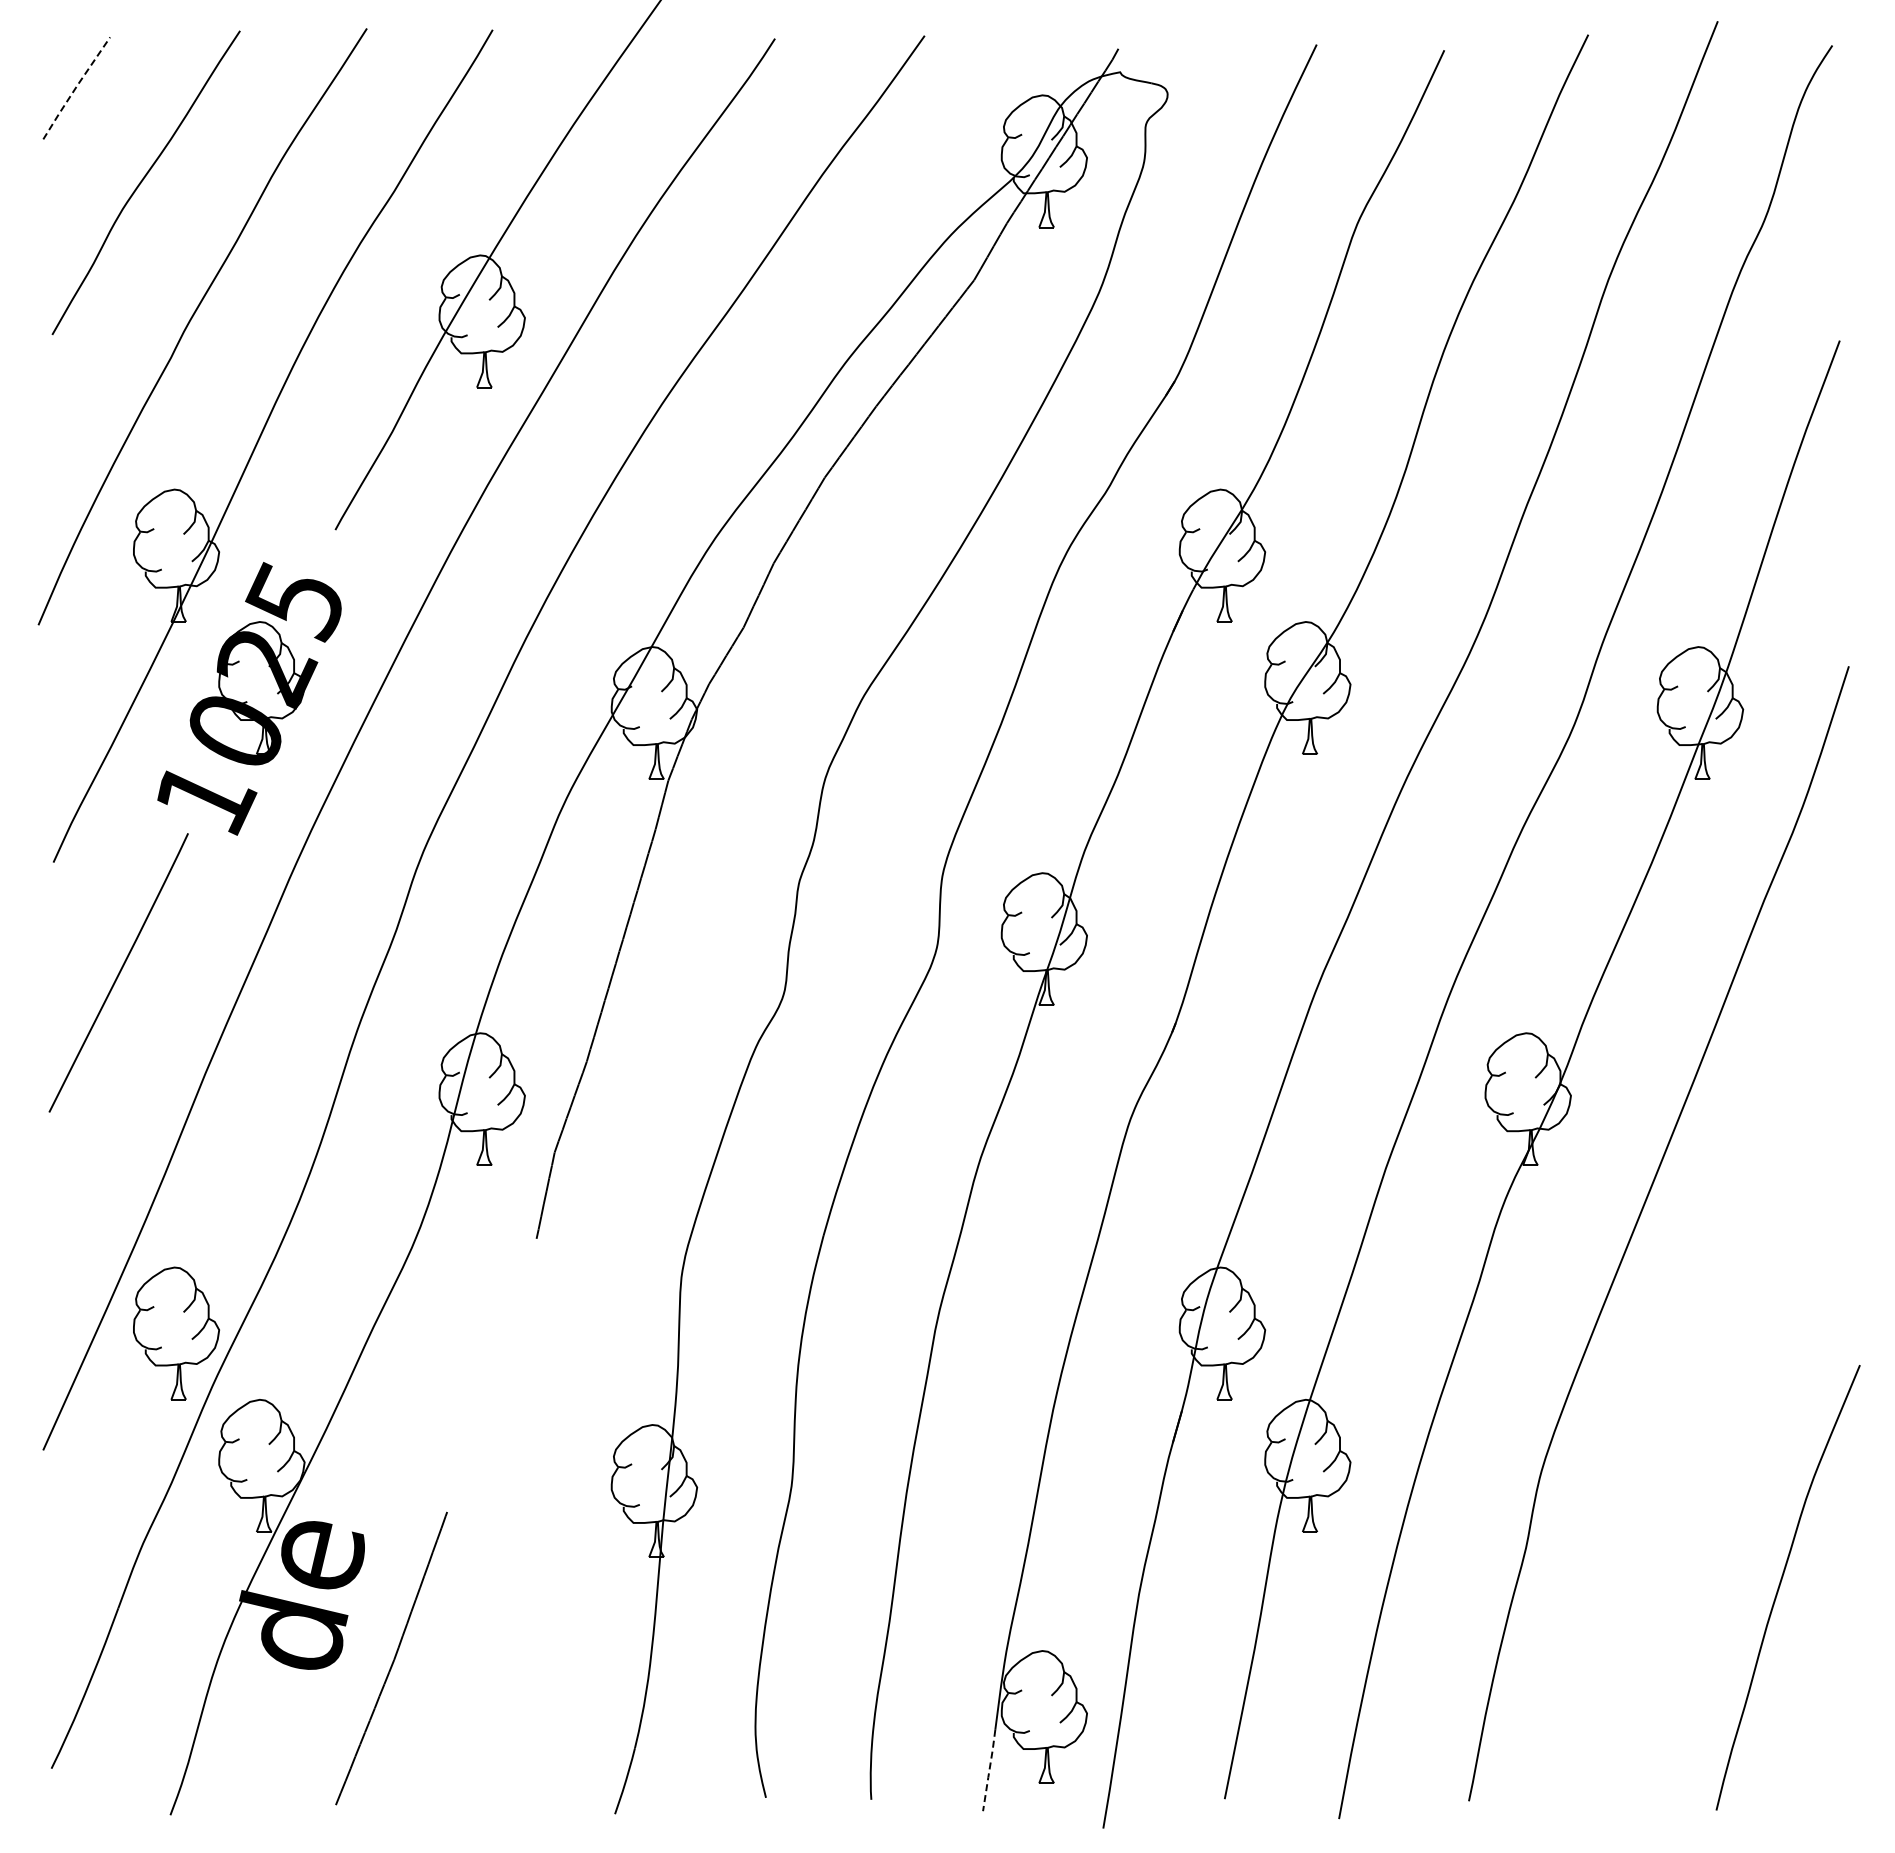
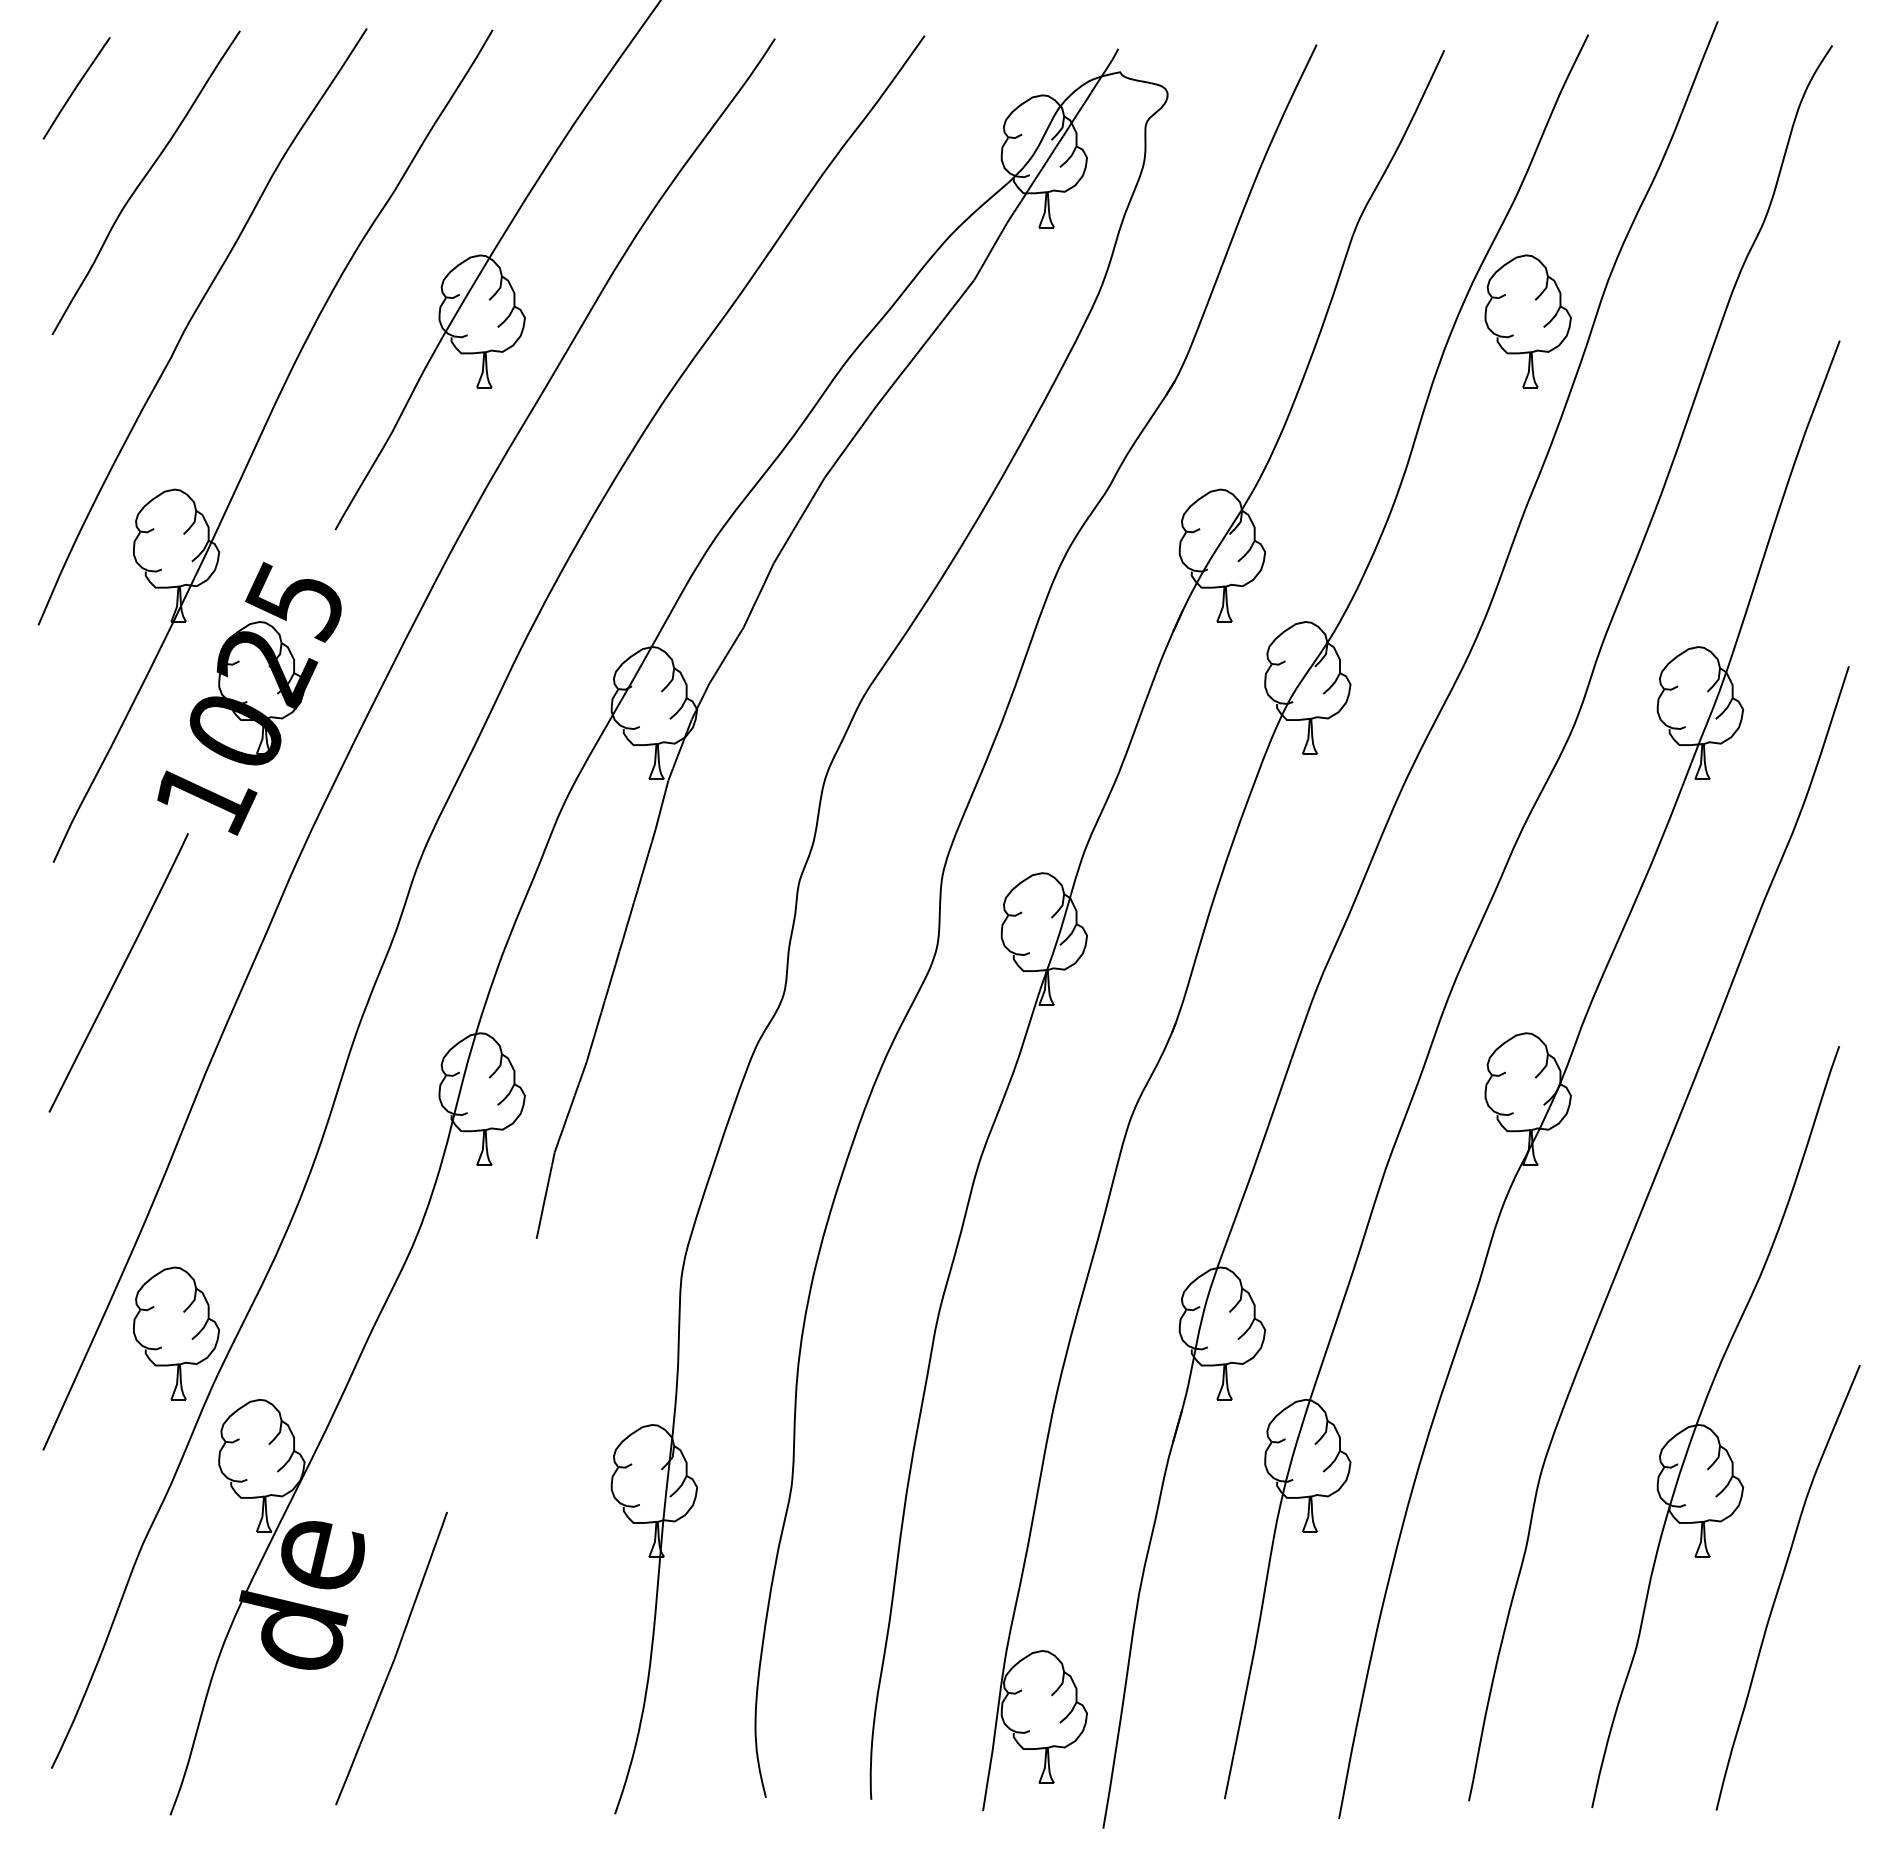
line at (76, 87): dashed -> solid
part at (1527, 321): none -> present
part at (1715, 1426): none -> present
line at (989, 1770): dashed -> solid
